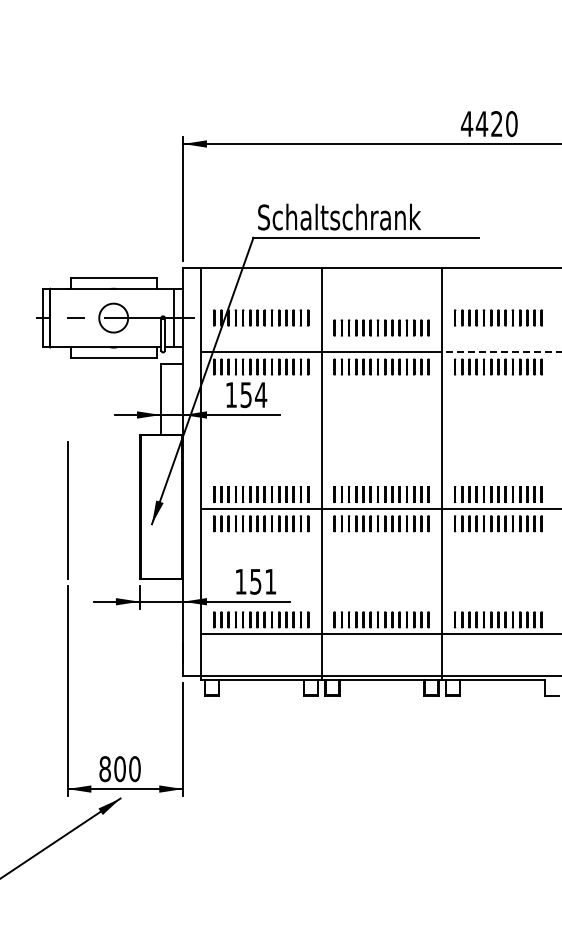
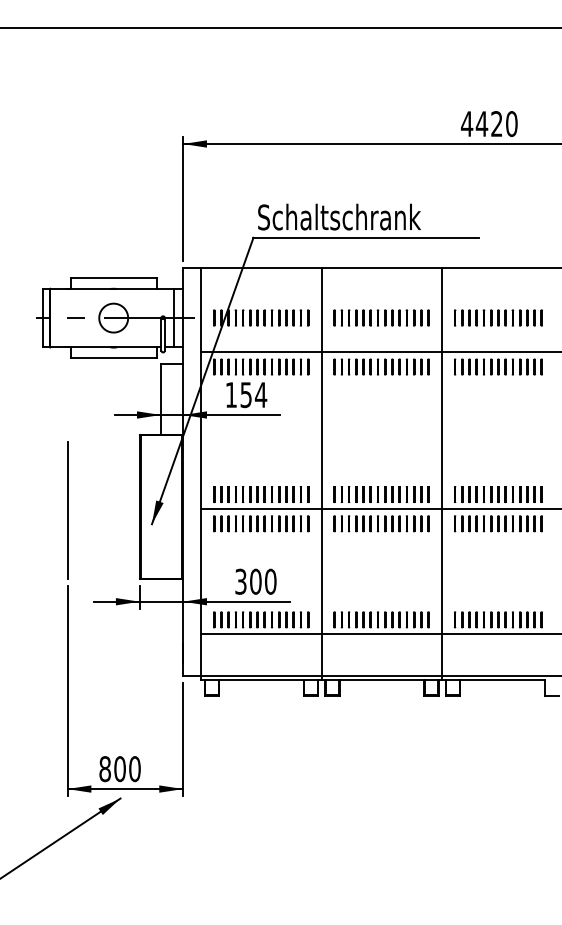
line at (280, 27): none -> present
part at (381, 327) position: (381, 327) -> (381, 317)
line at (501, 352): dashed -> solid
text at (255, 581): 151 -> 300
